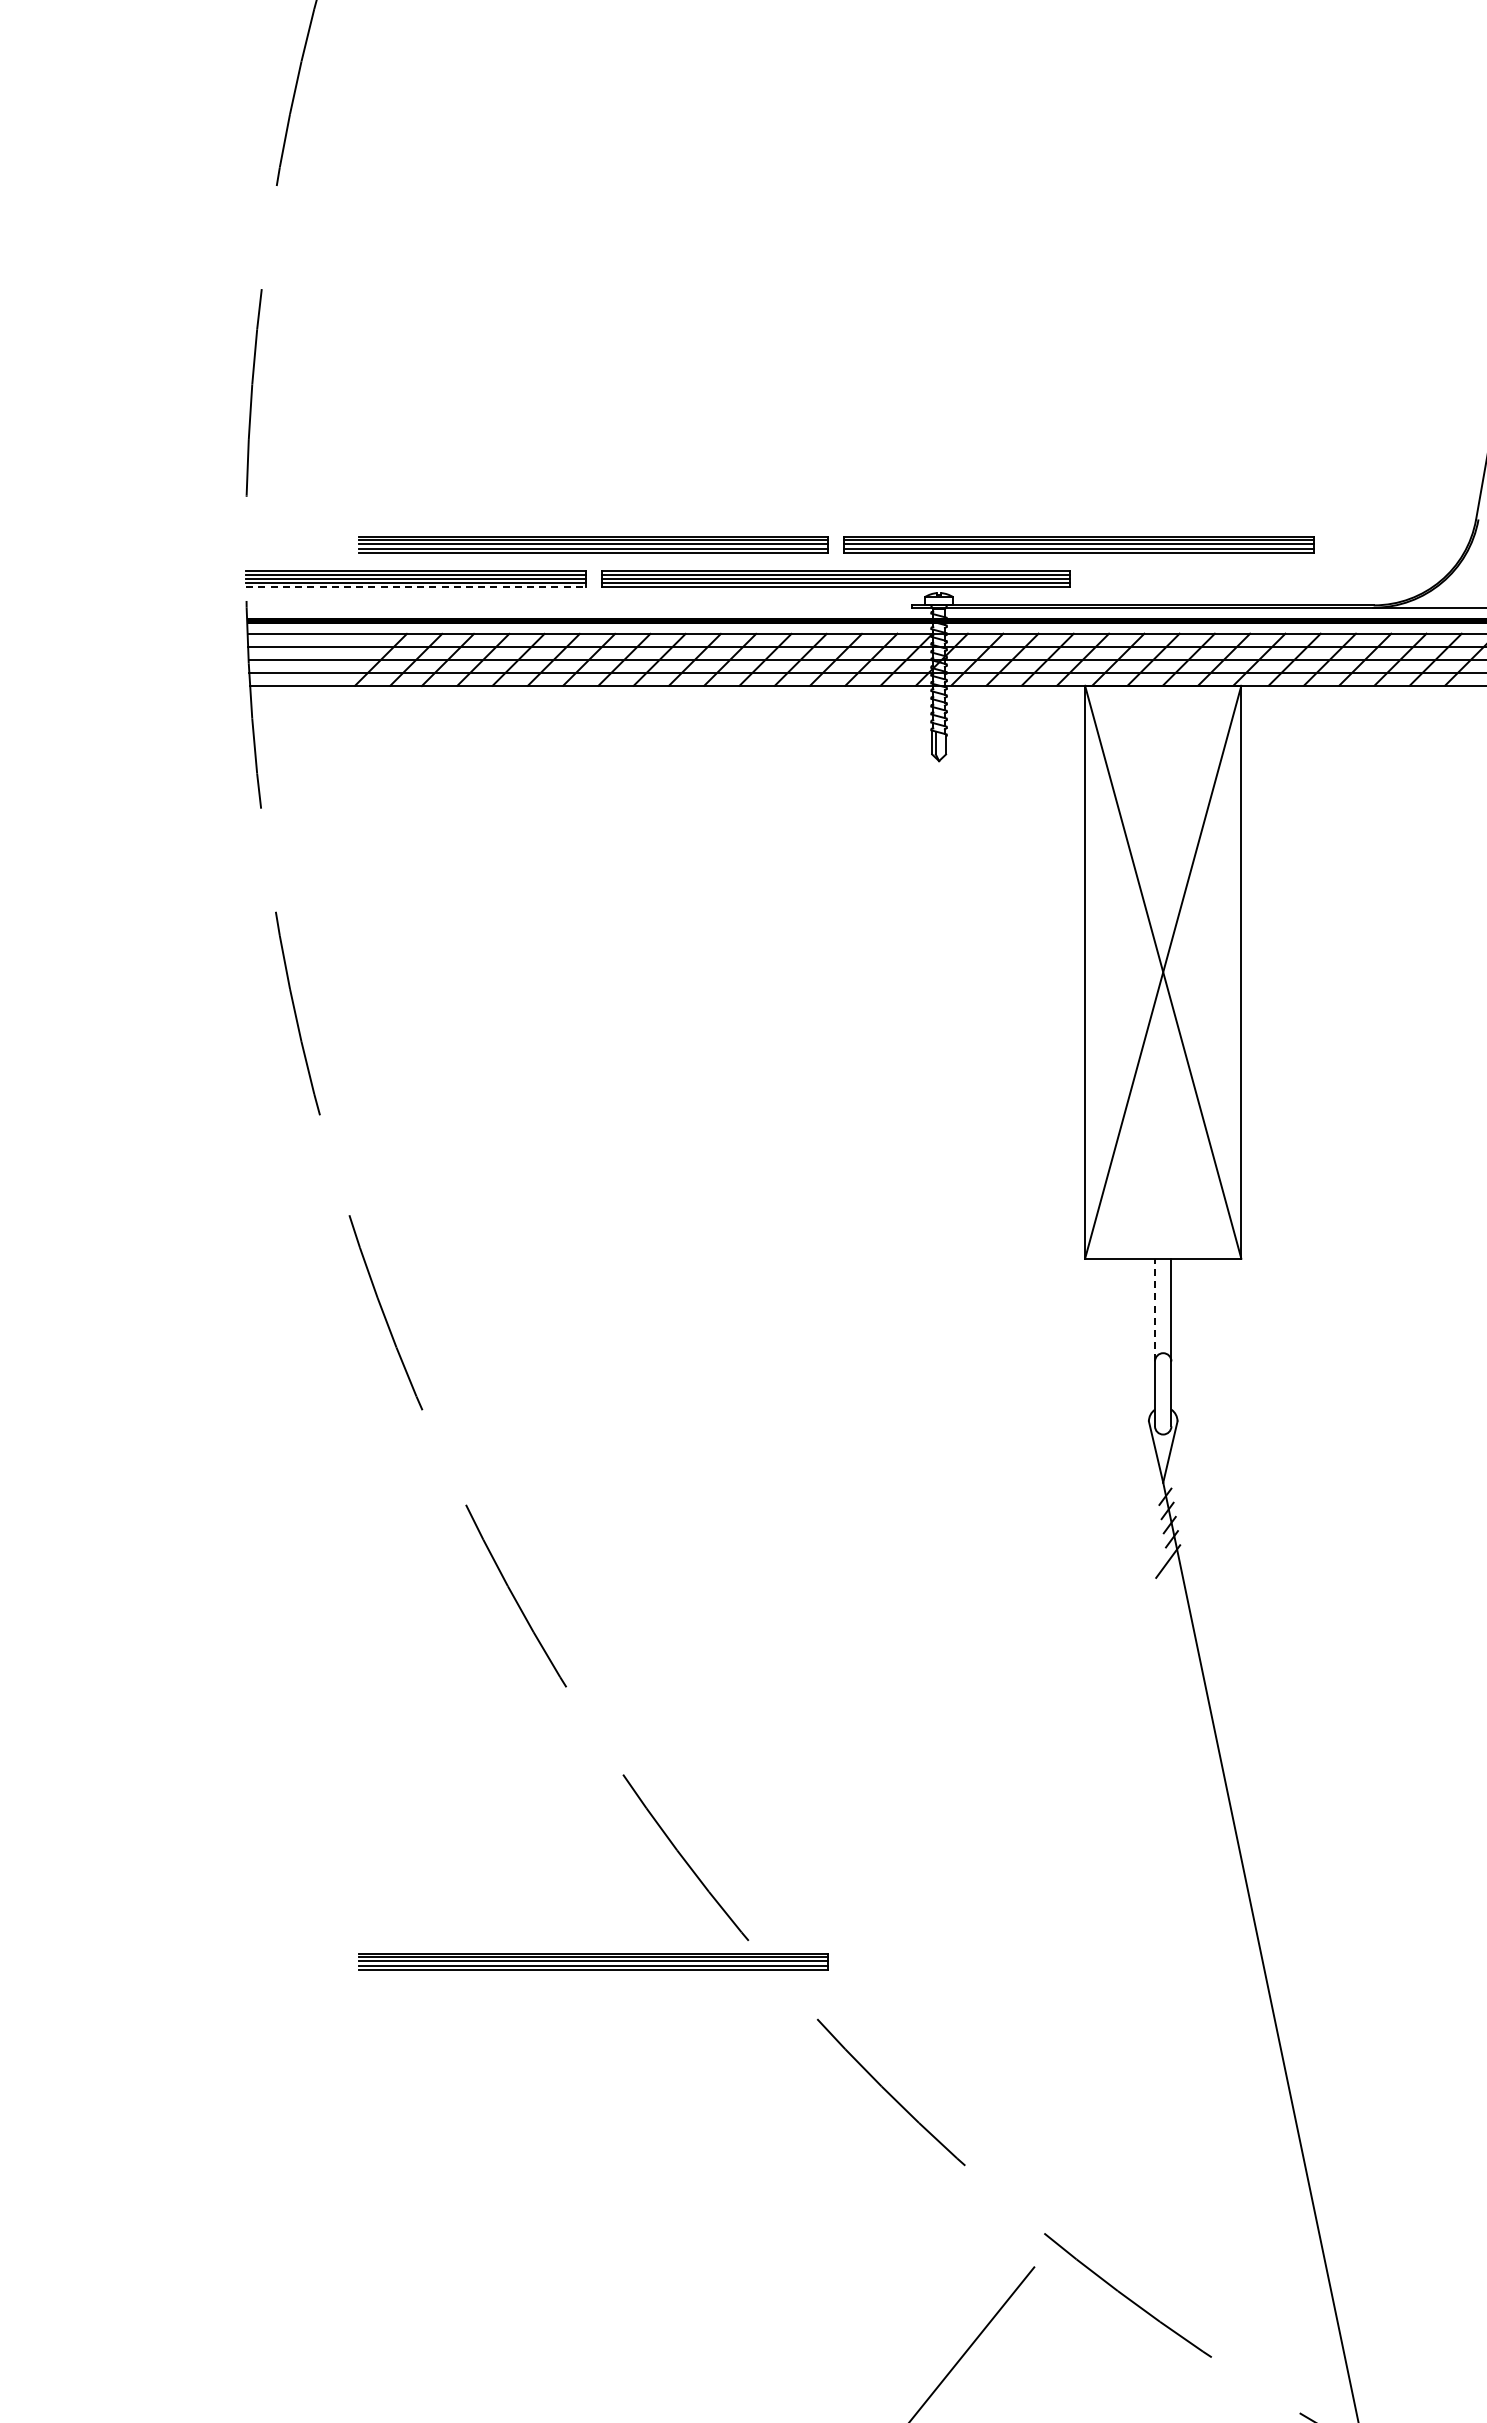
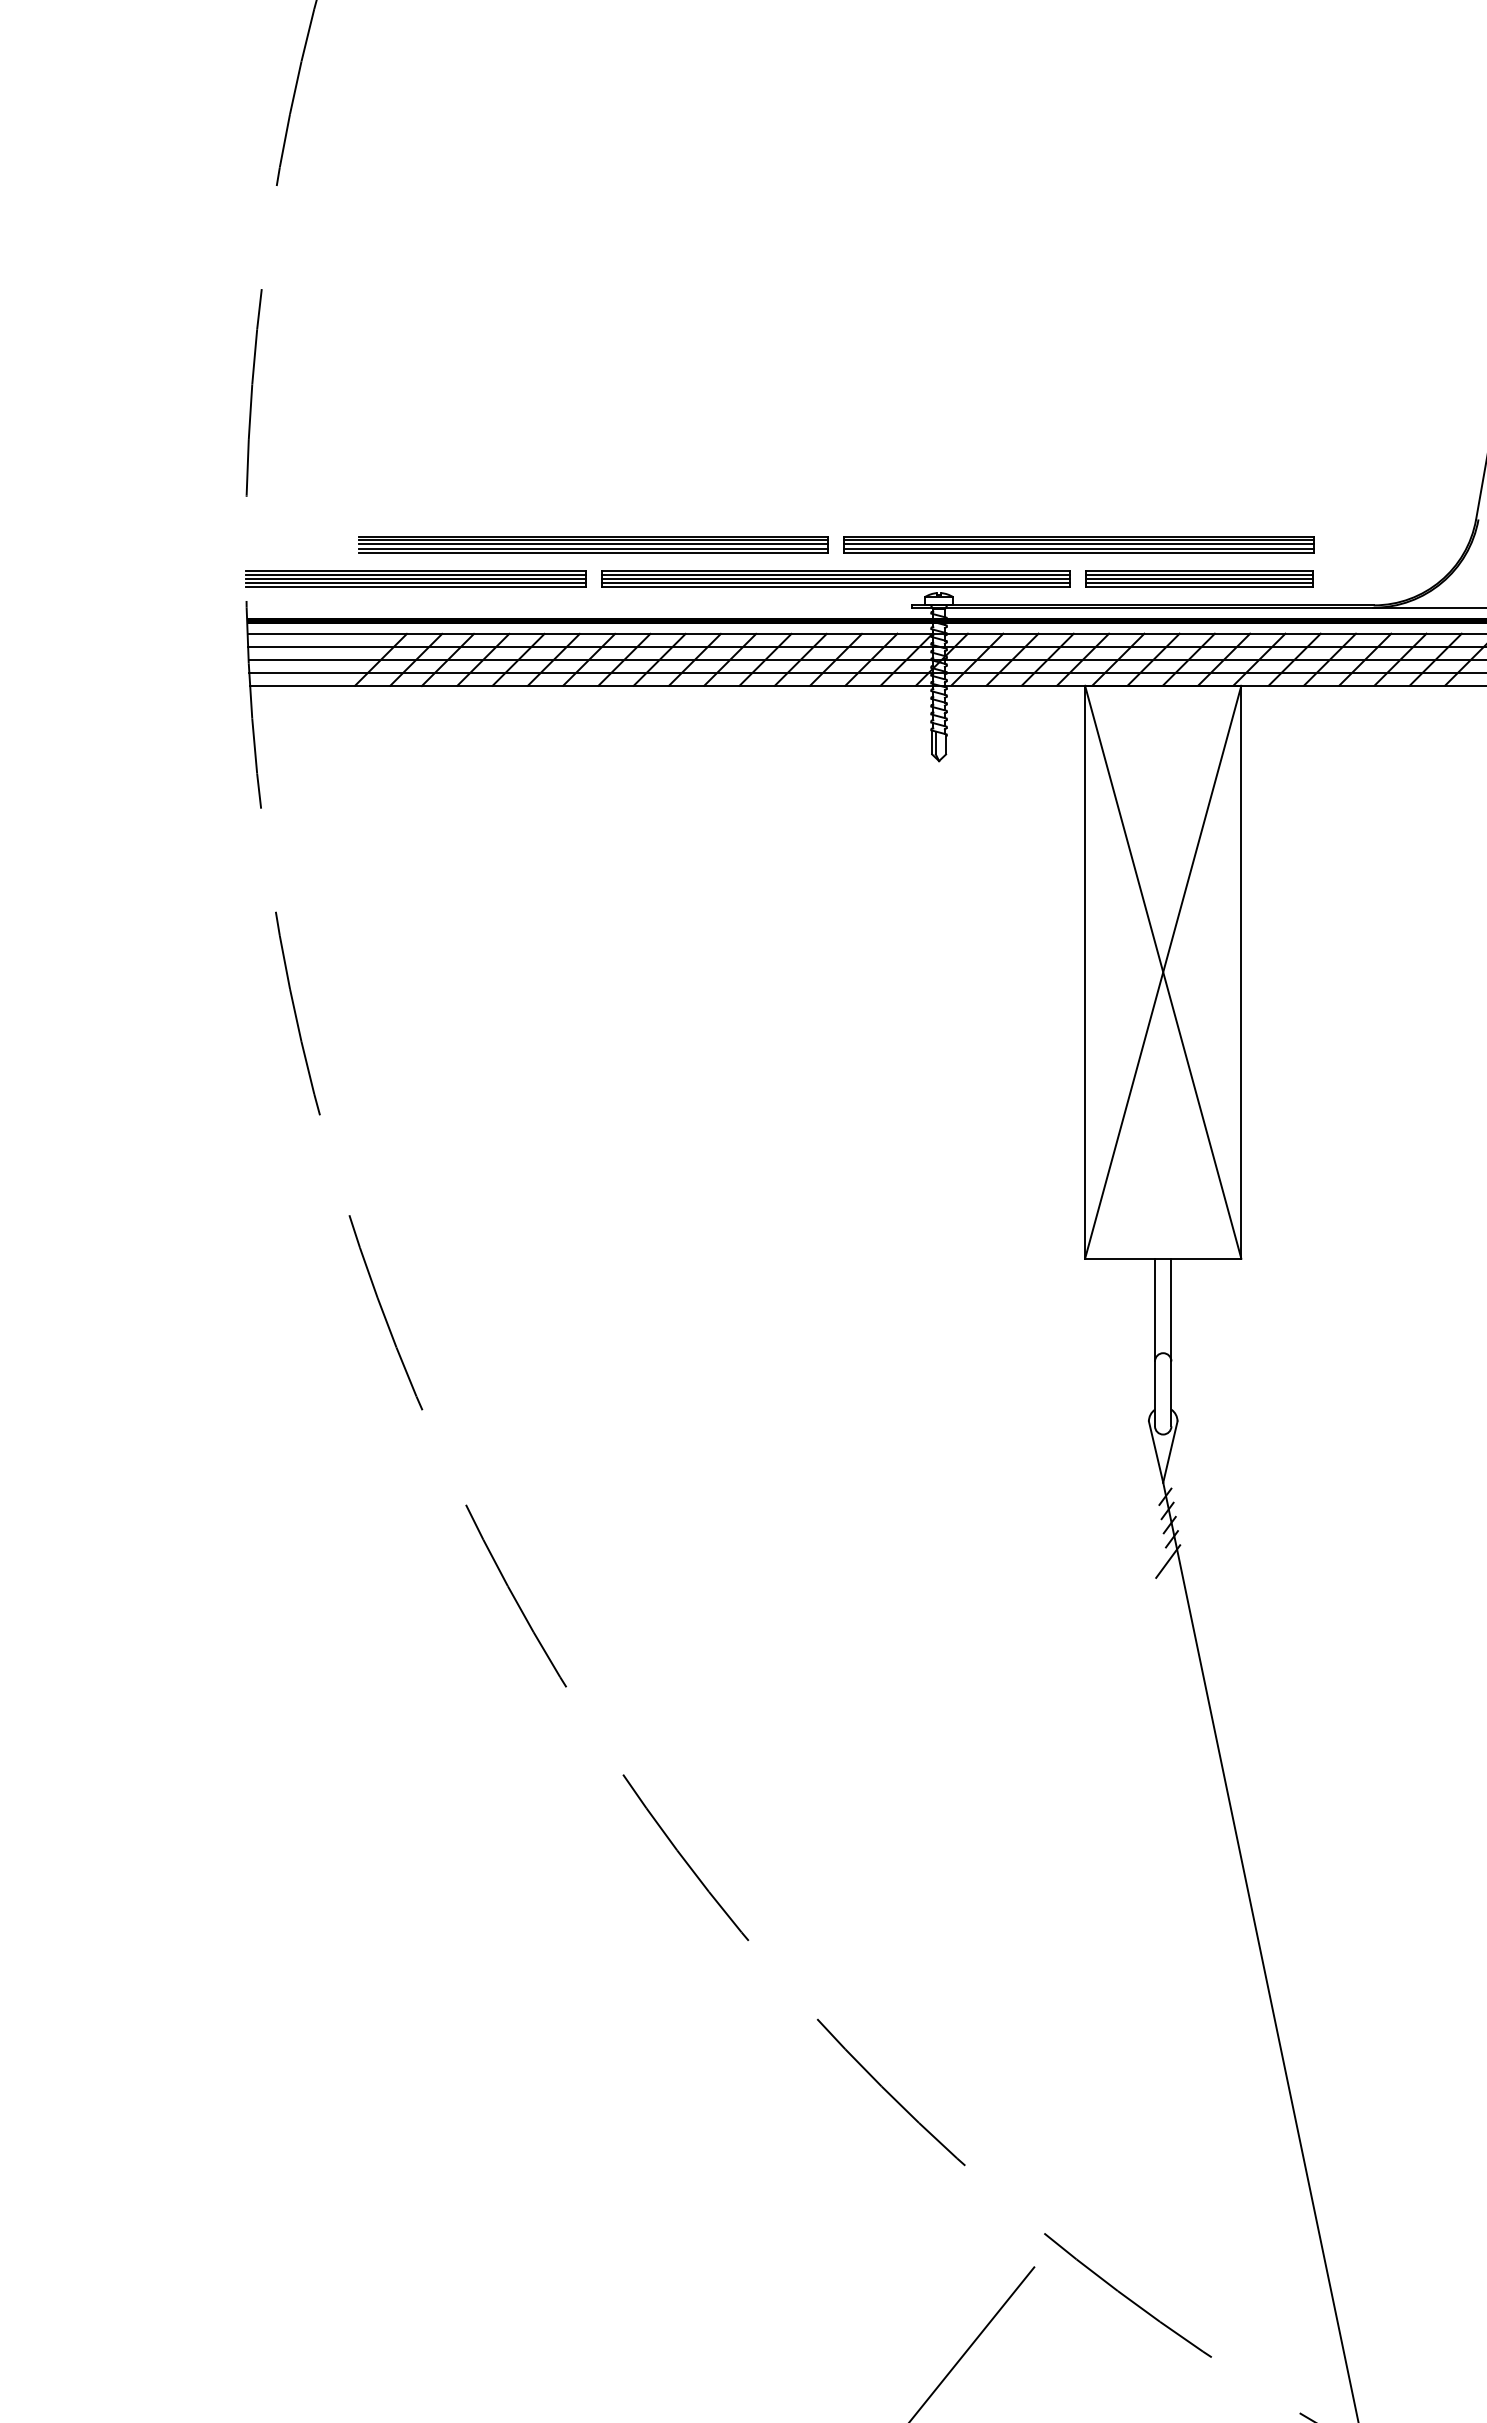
part at (1199, 578): none -> present
line at (415, 587): dashed -> solid
line at (1155, 1309): dashed -> solid
part at (593, 1961): present -> none
